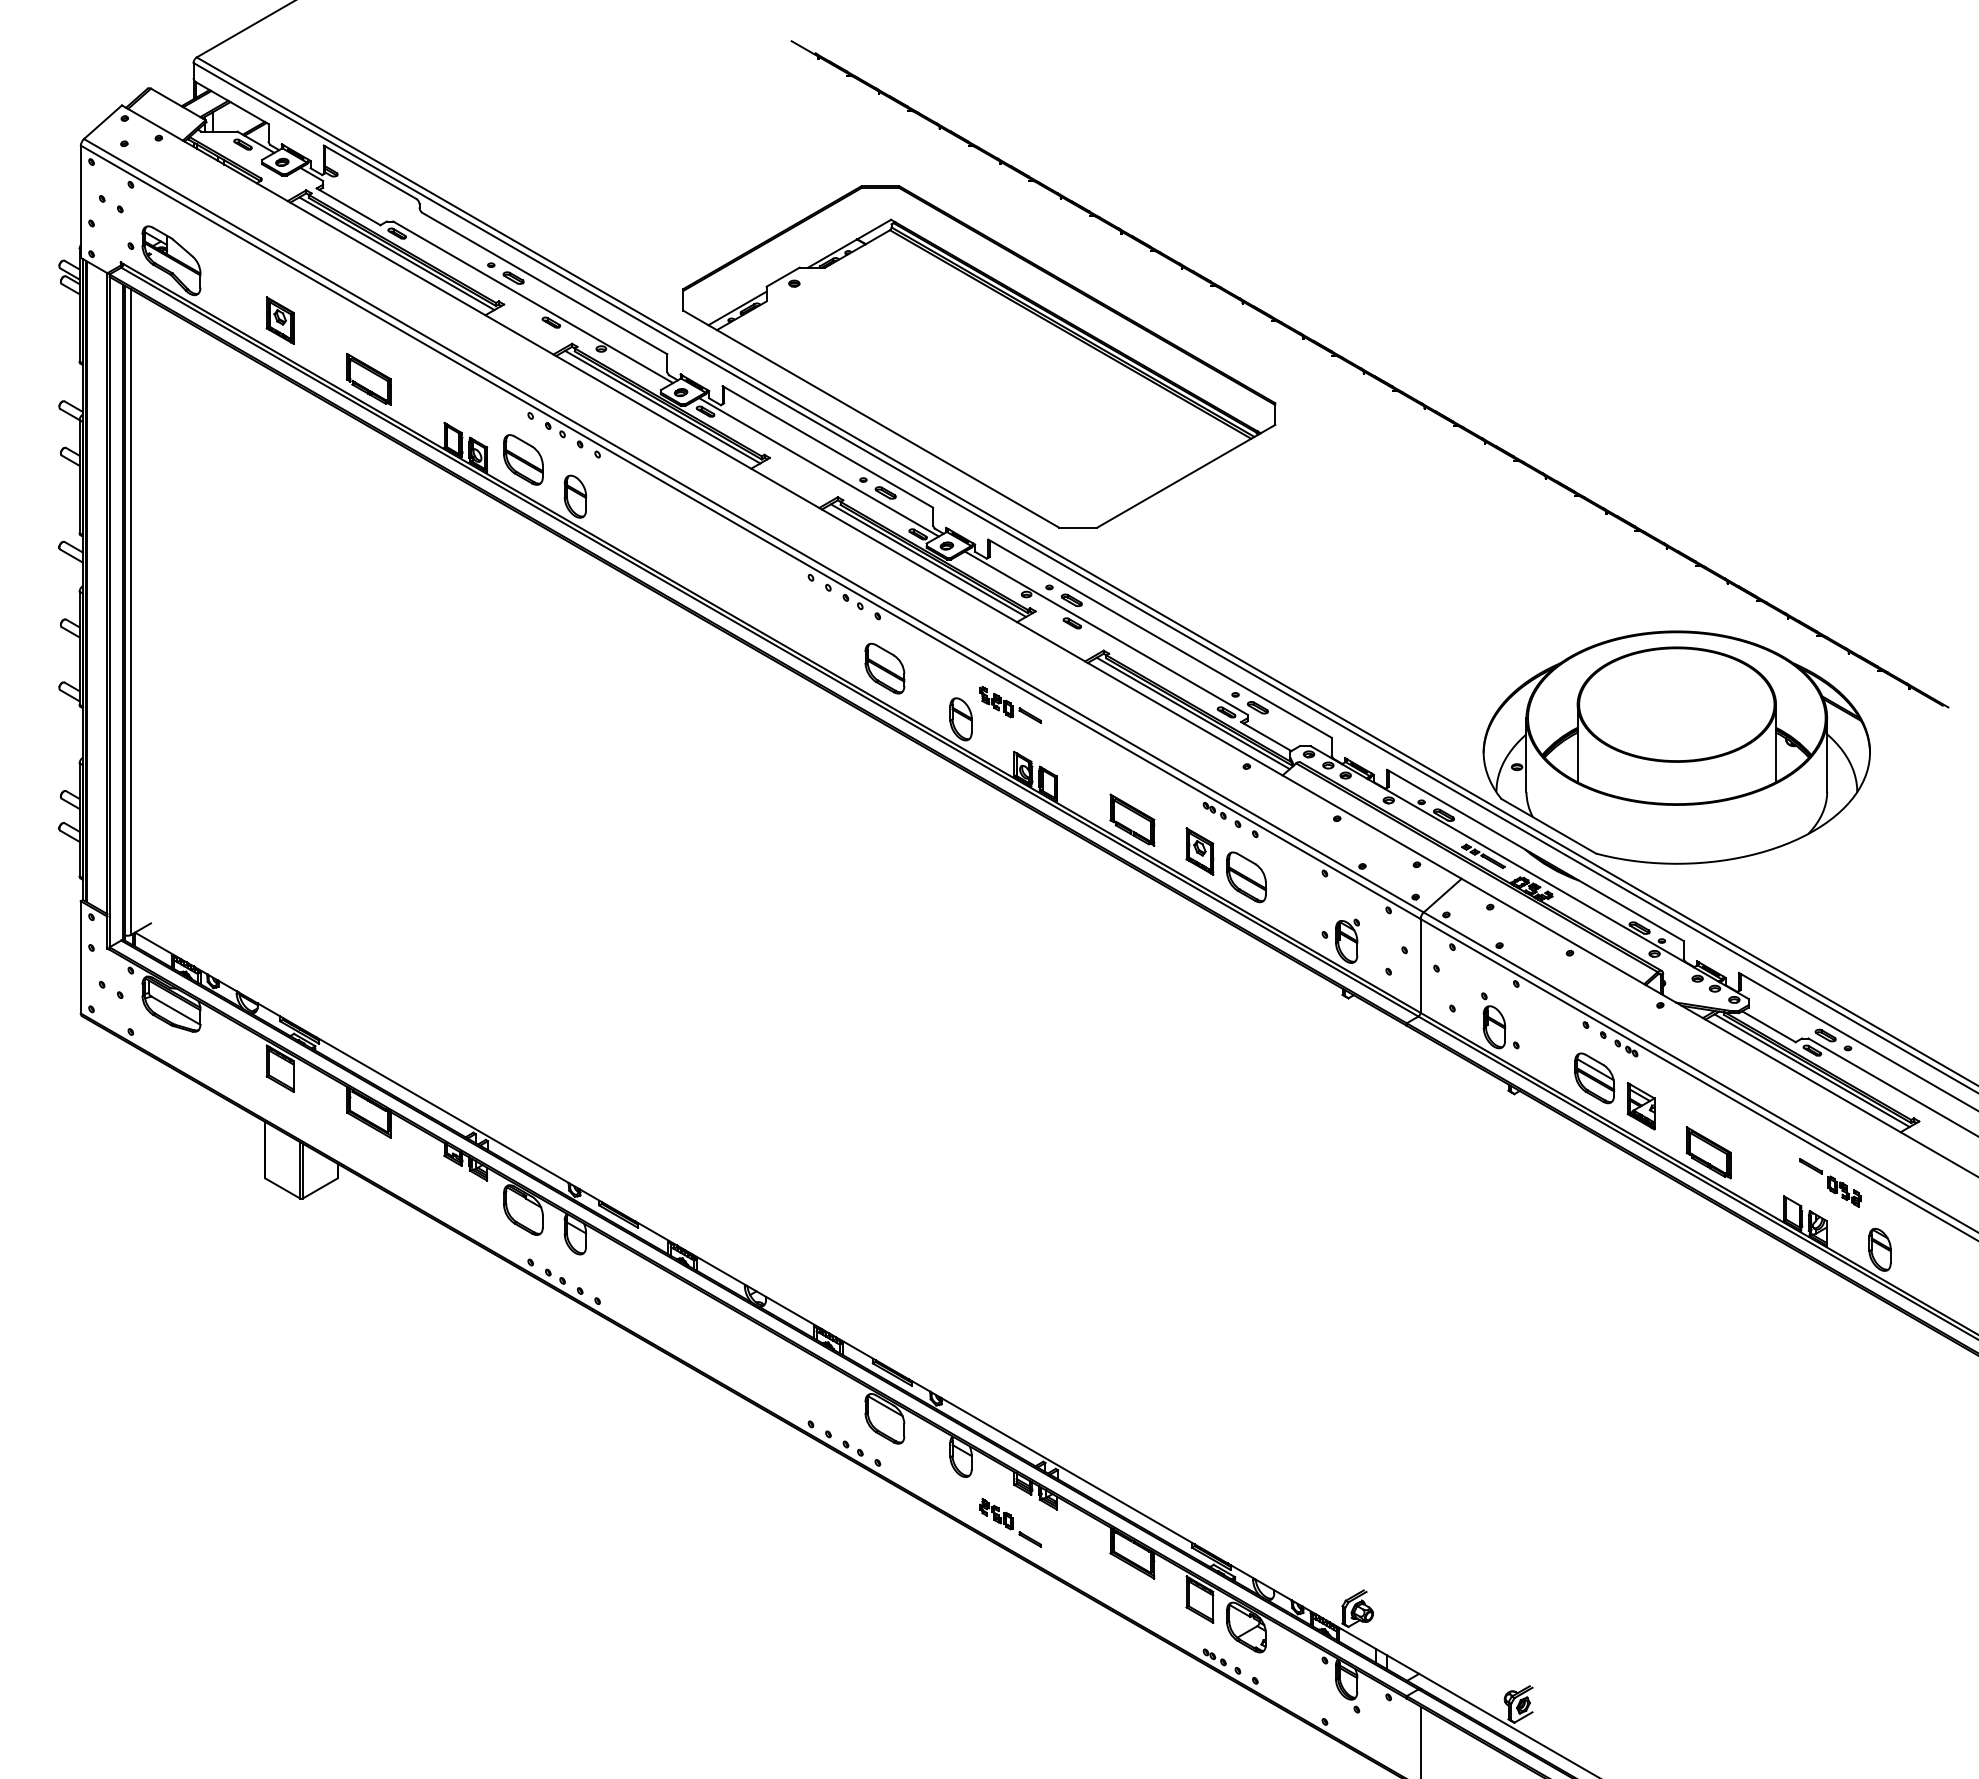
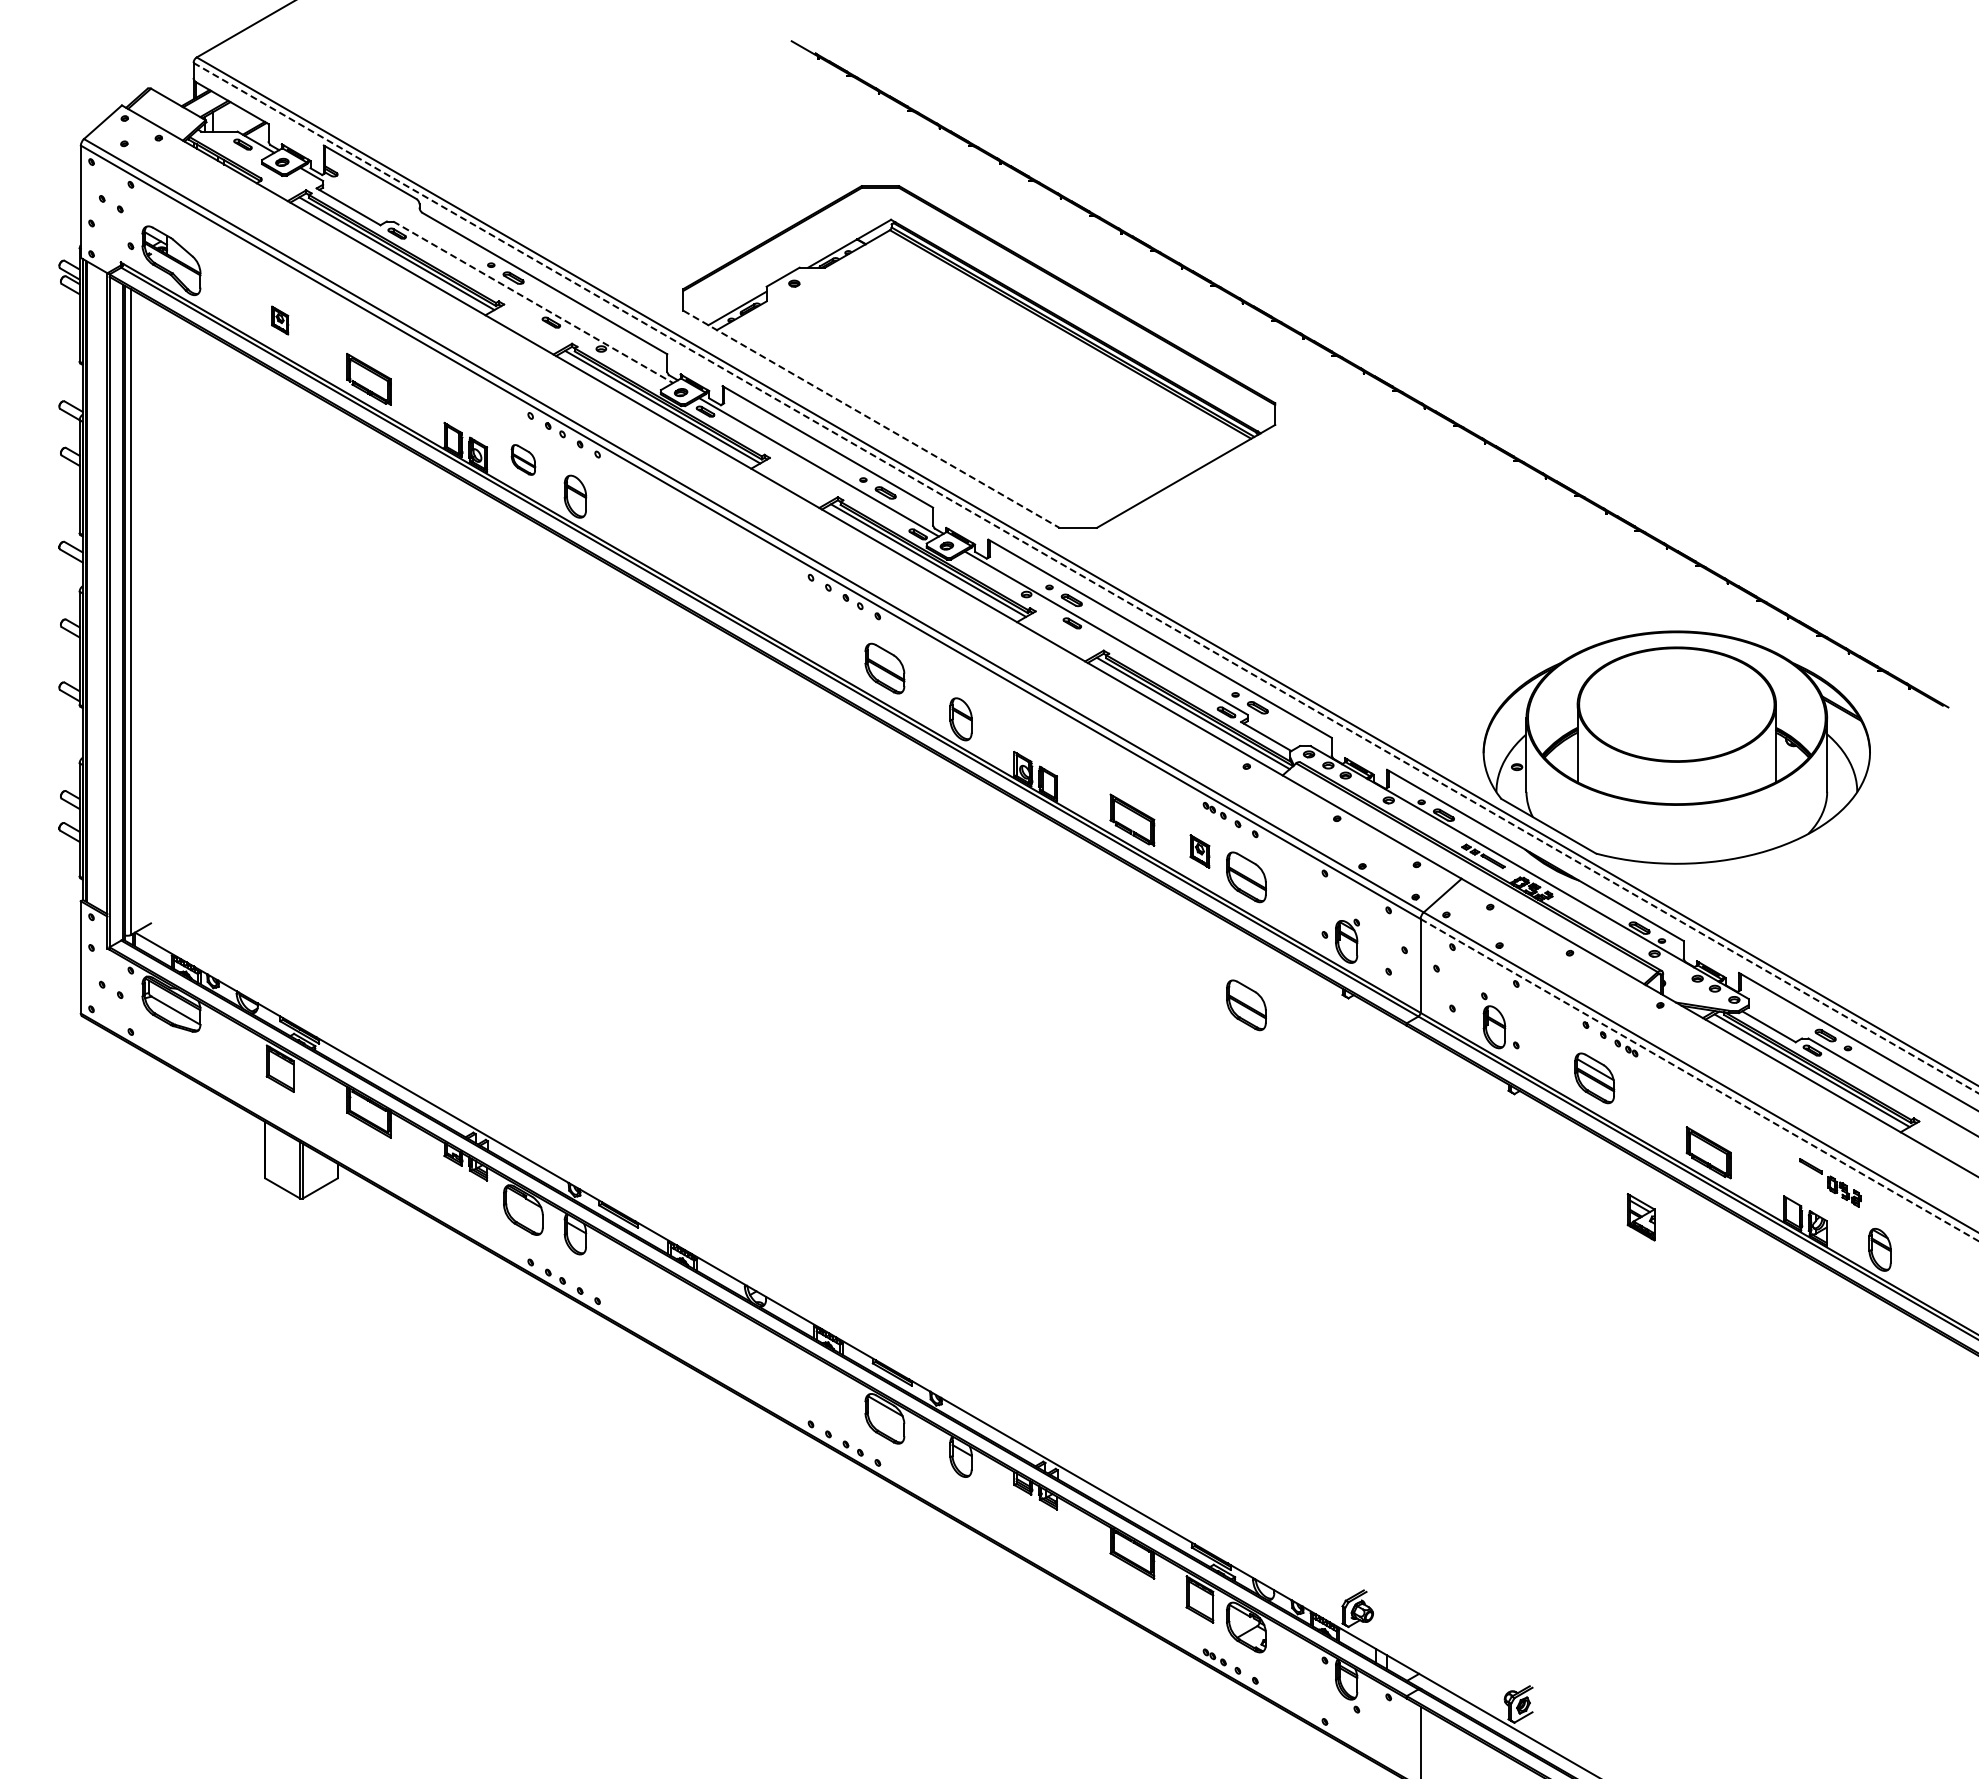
line at (533, 302): solid -> dashed
part at (279, 320) size: 30x49 px -> 19x31 px
line at (871, 419): solid -> dashed
part at (523, 459) size: 41x52 px -> 27x32 px
line at (1086, 578): solid -> dashed
part at (1010, 704): present -> none
part at (1199, 851) size: 30x49 px -> 22x35 px
part at (1246, 1005): none -> present
line at (1699, 1080): solid -> dashed
part at (1640, 1106) position: (1640, 1106) -> (1640, 1217)
part at (1010, 1522): present -> none
